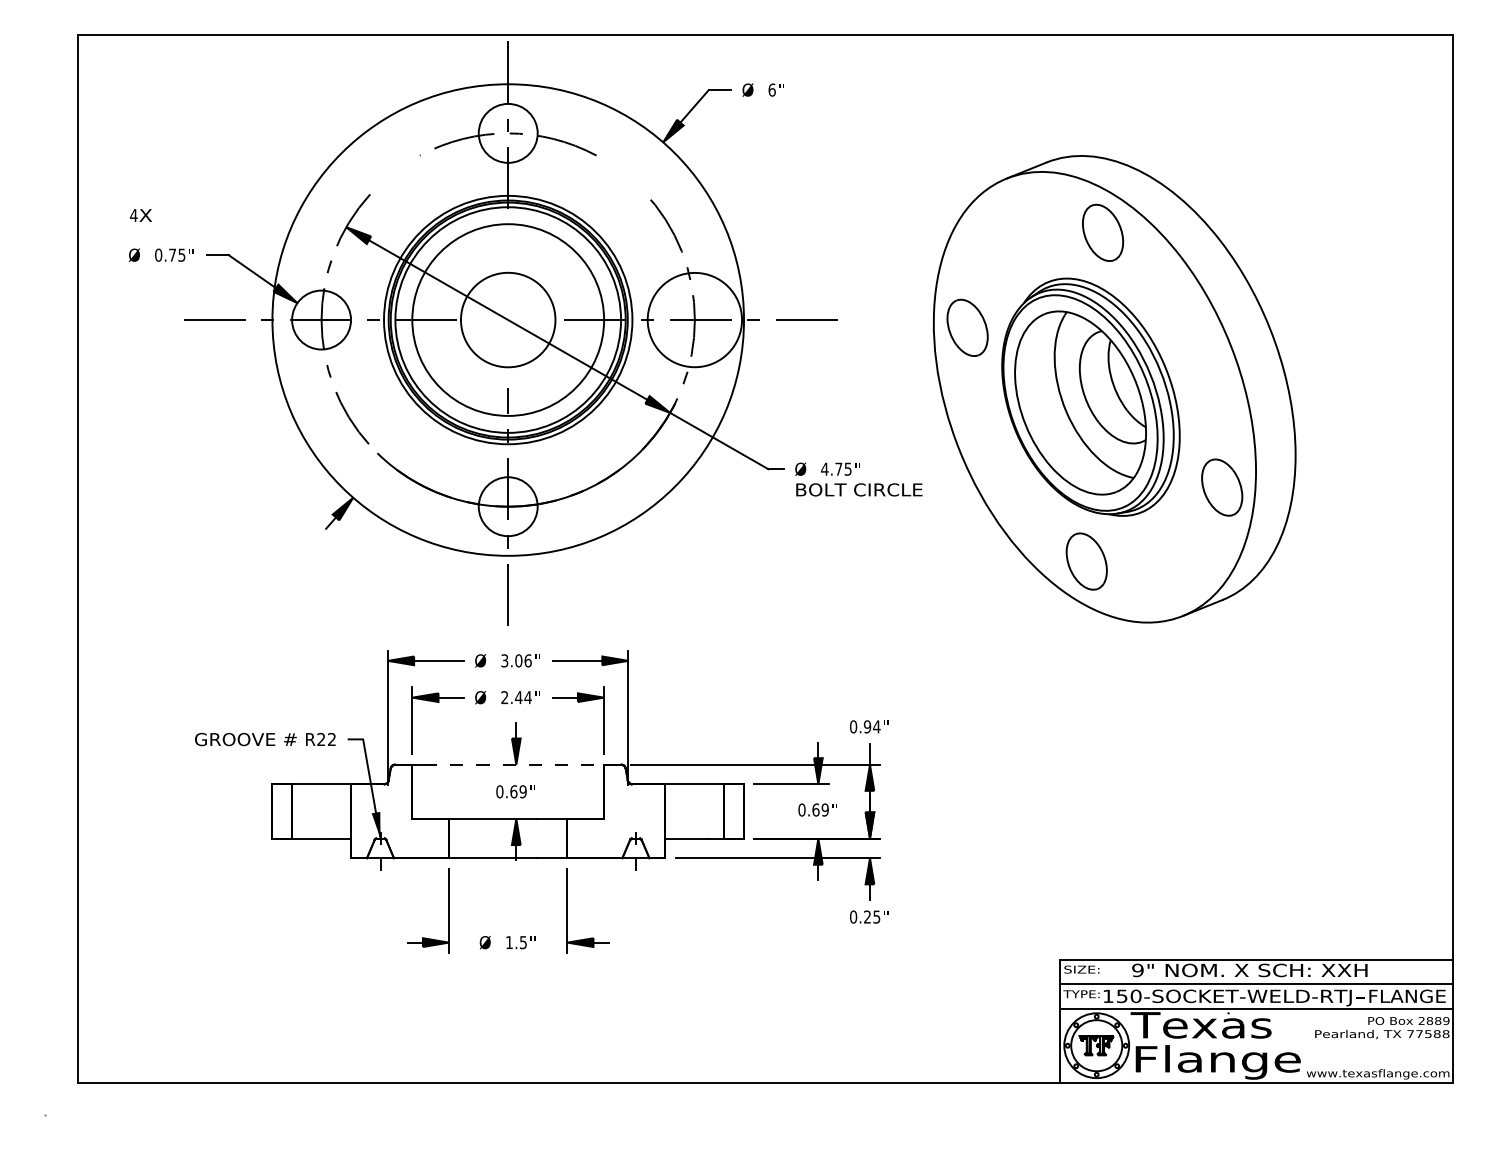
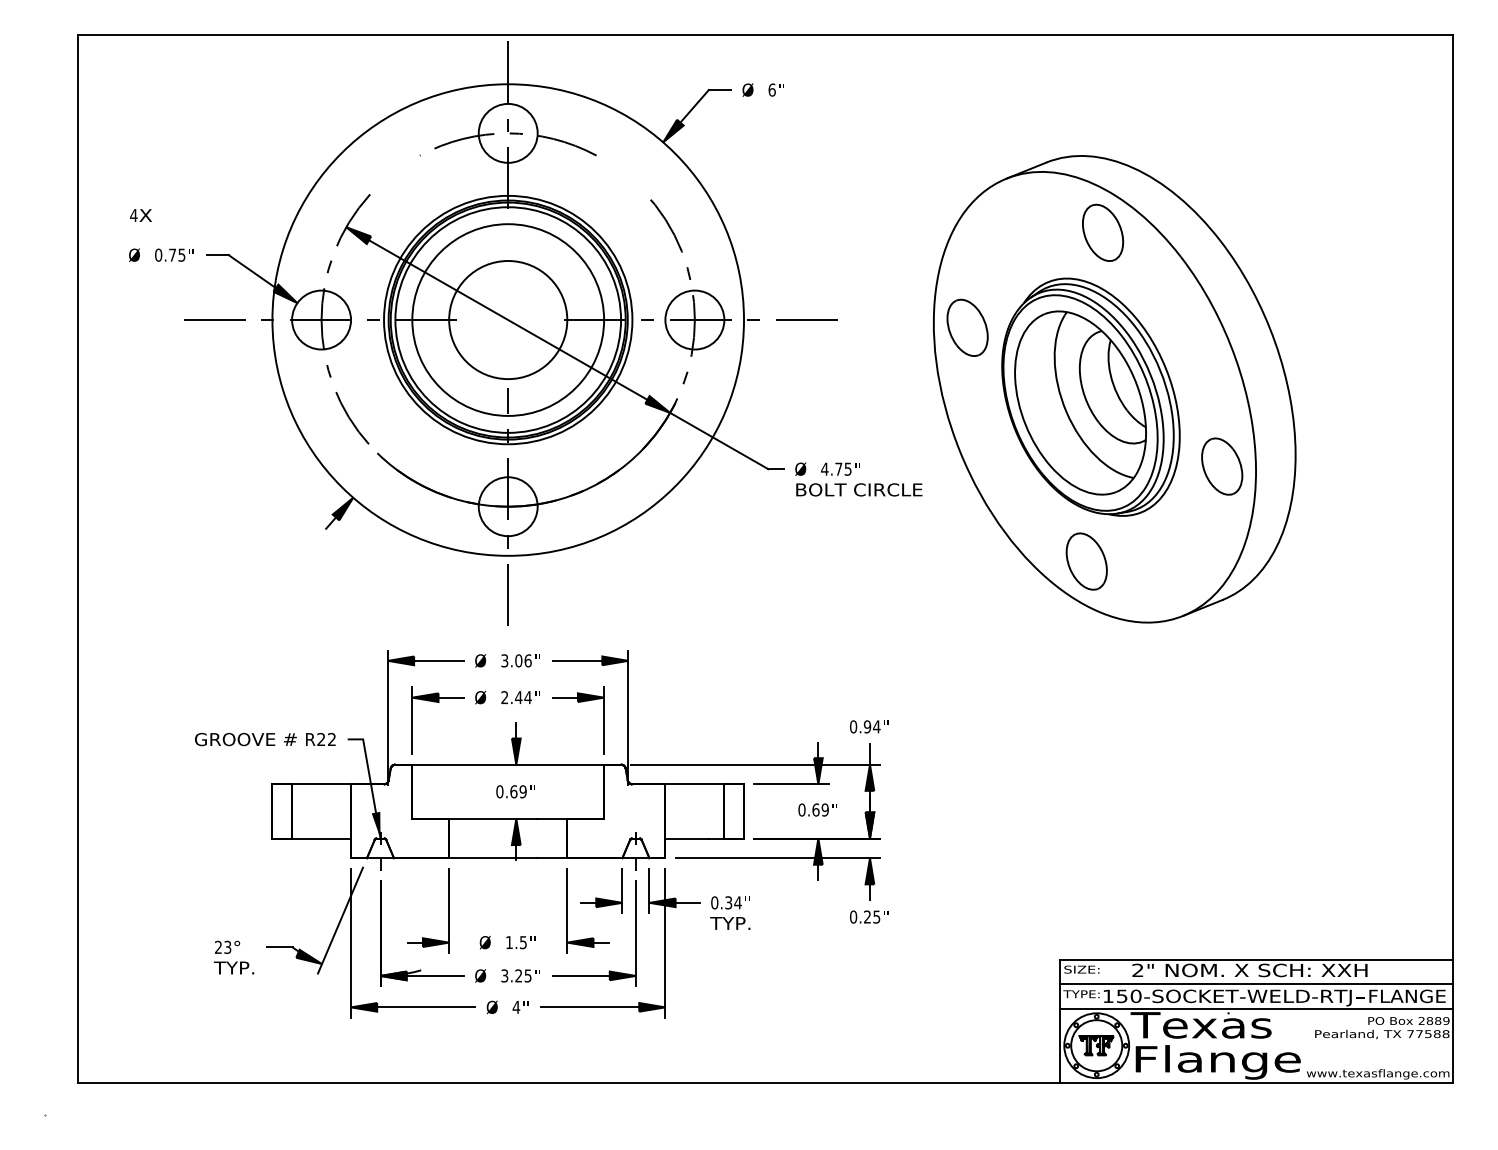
circle at (507, 319) diameter: 94 px -> 118 px
circle at (694, 319) diameter: 94 px -> 59 px
part at (1222, 487) position: (1222, 487) -> (1222, 466)
line at (514, 764): dashed -> solid
part at (481, 969): none -> present
text at (1137, 970): 9" -> 2"
